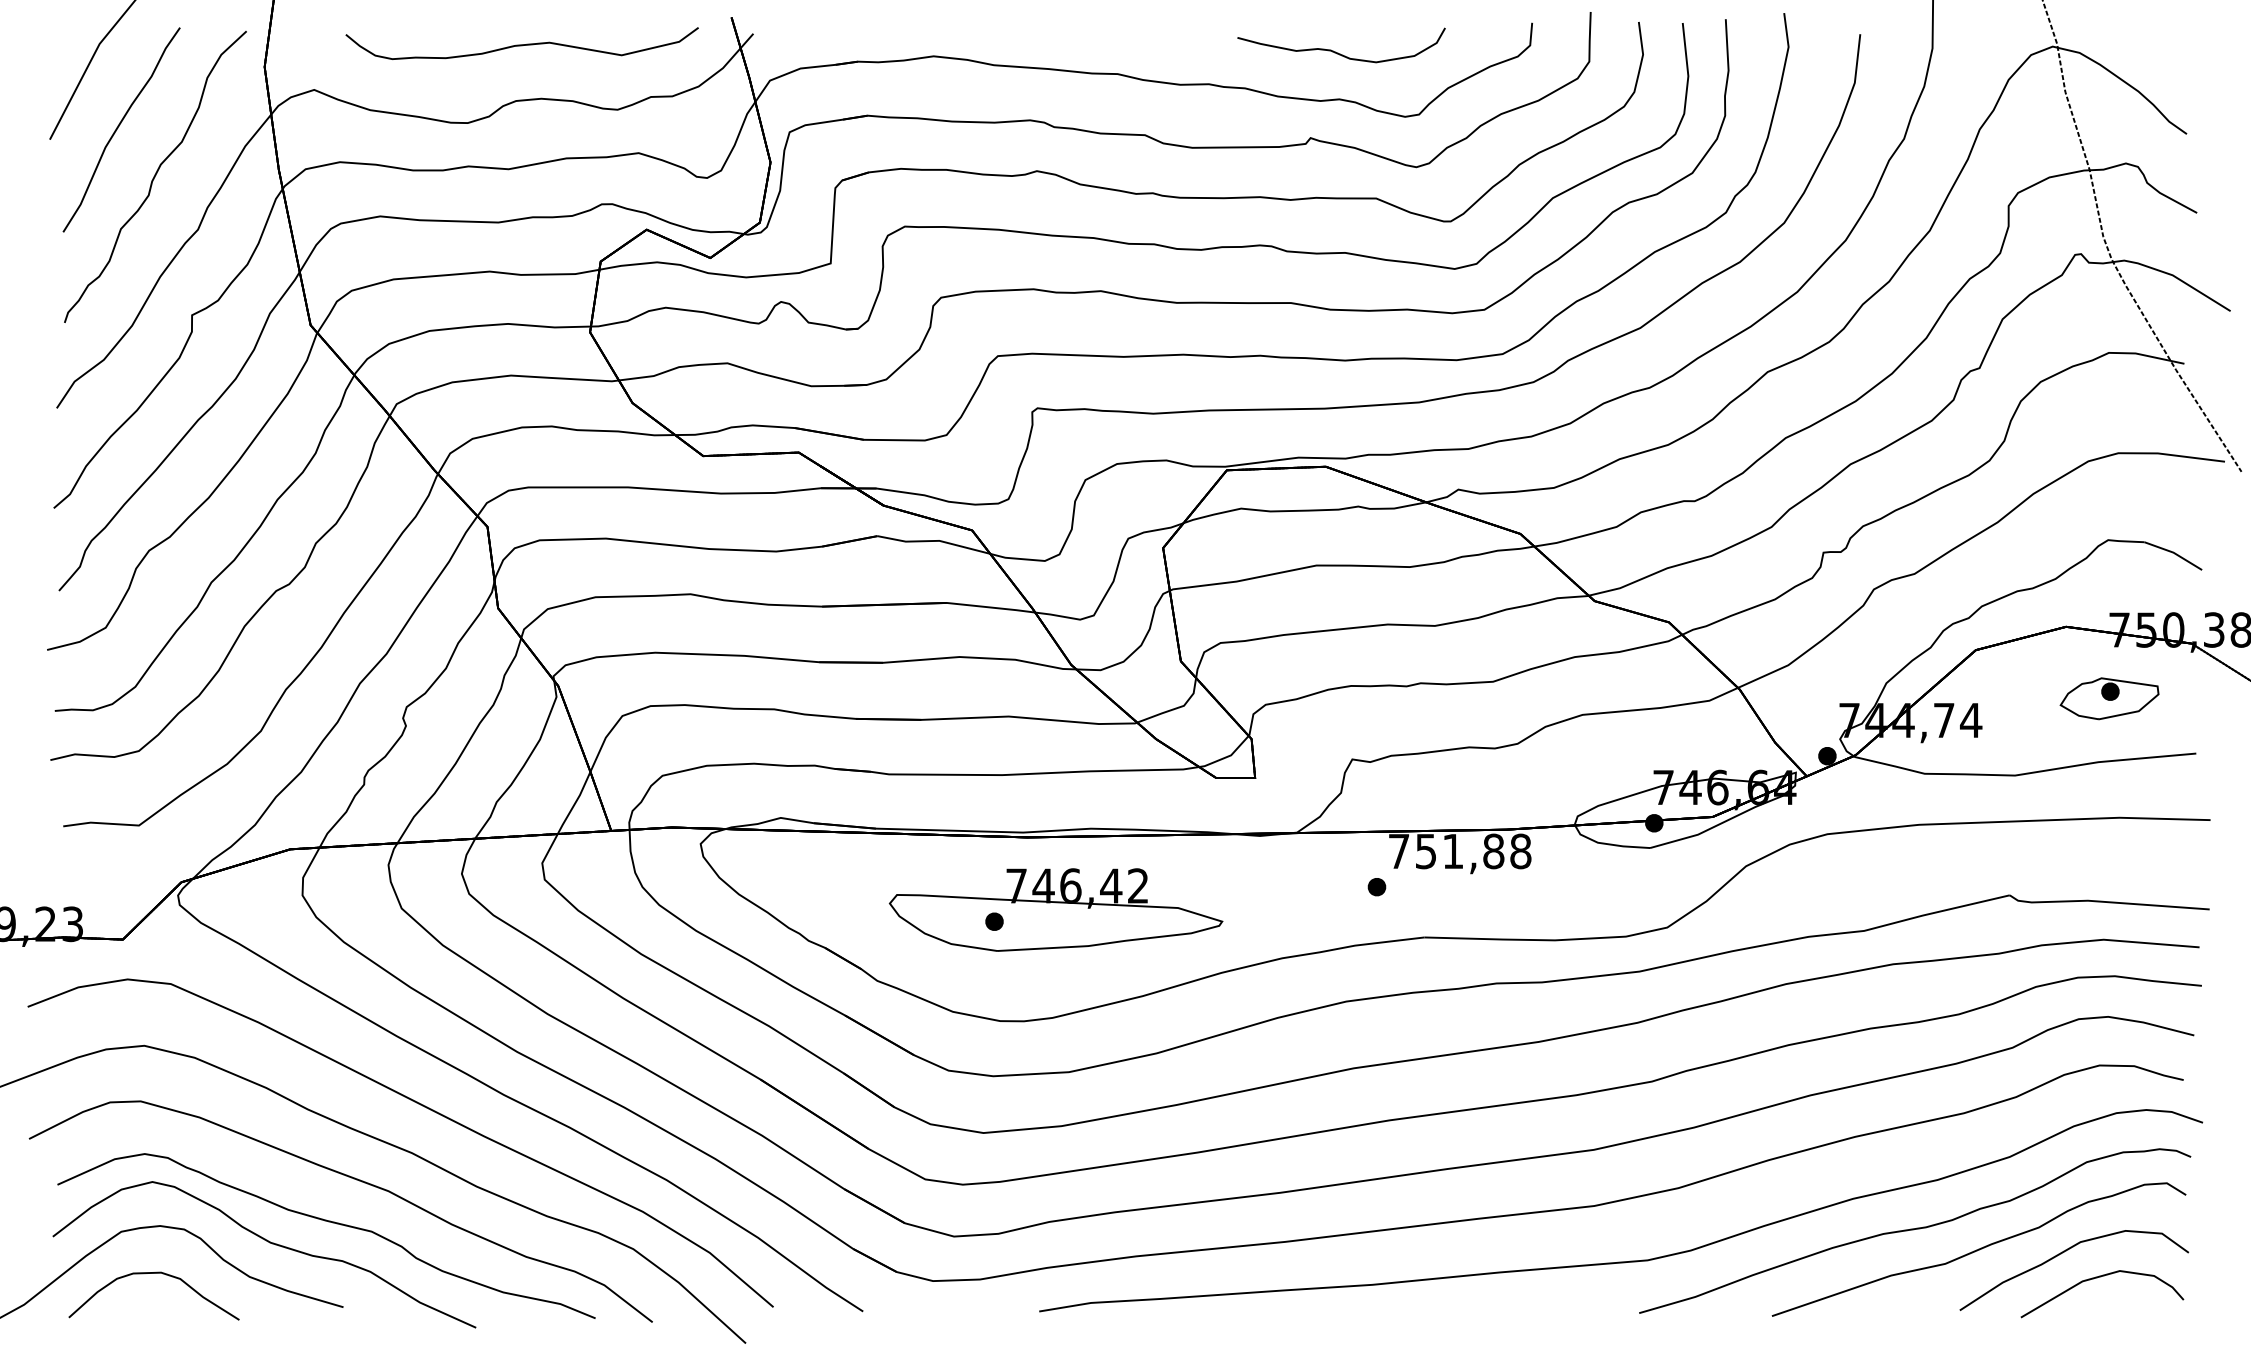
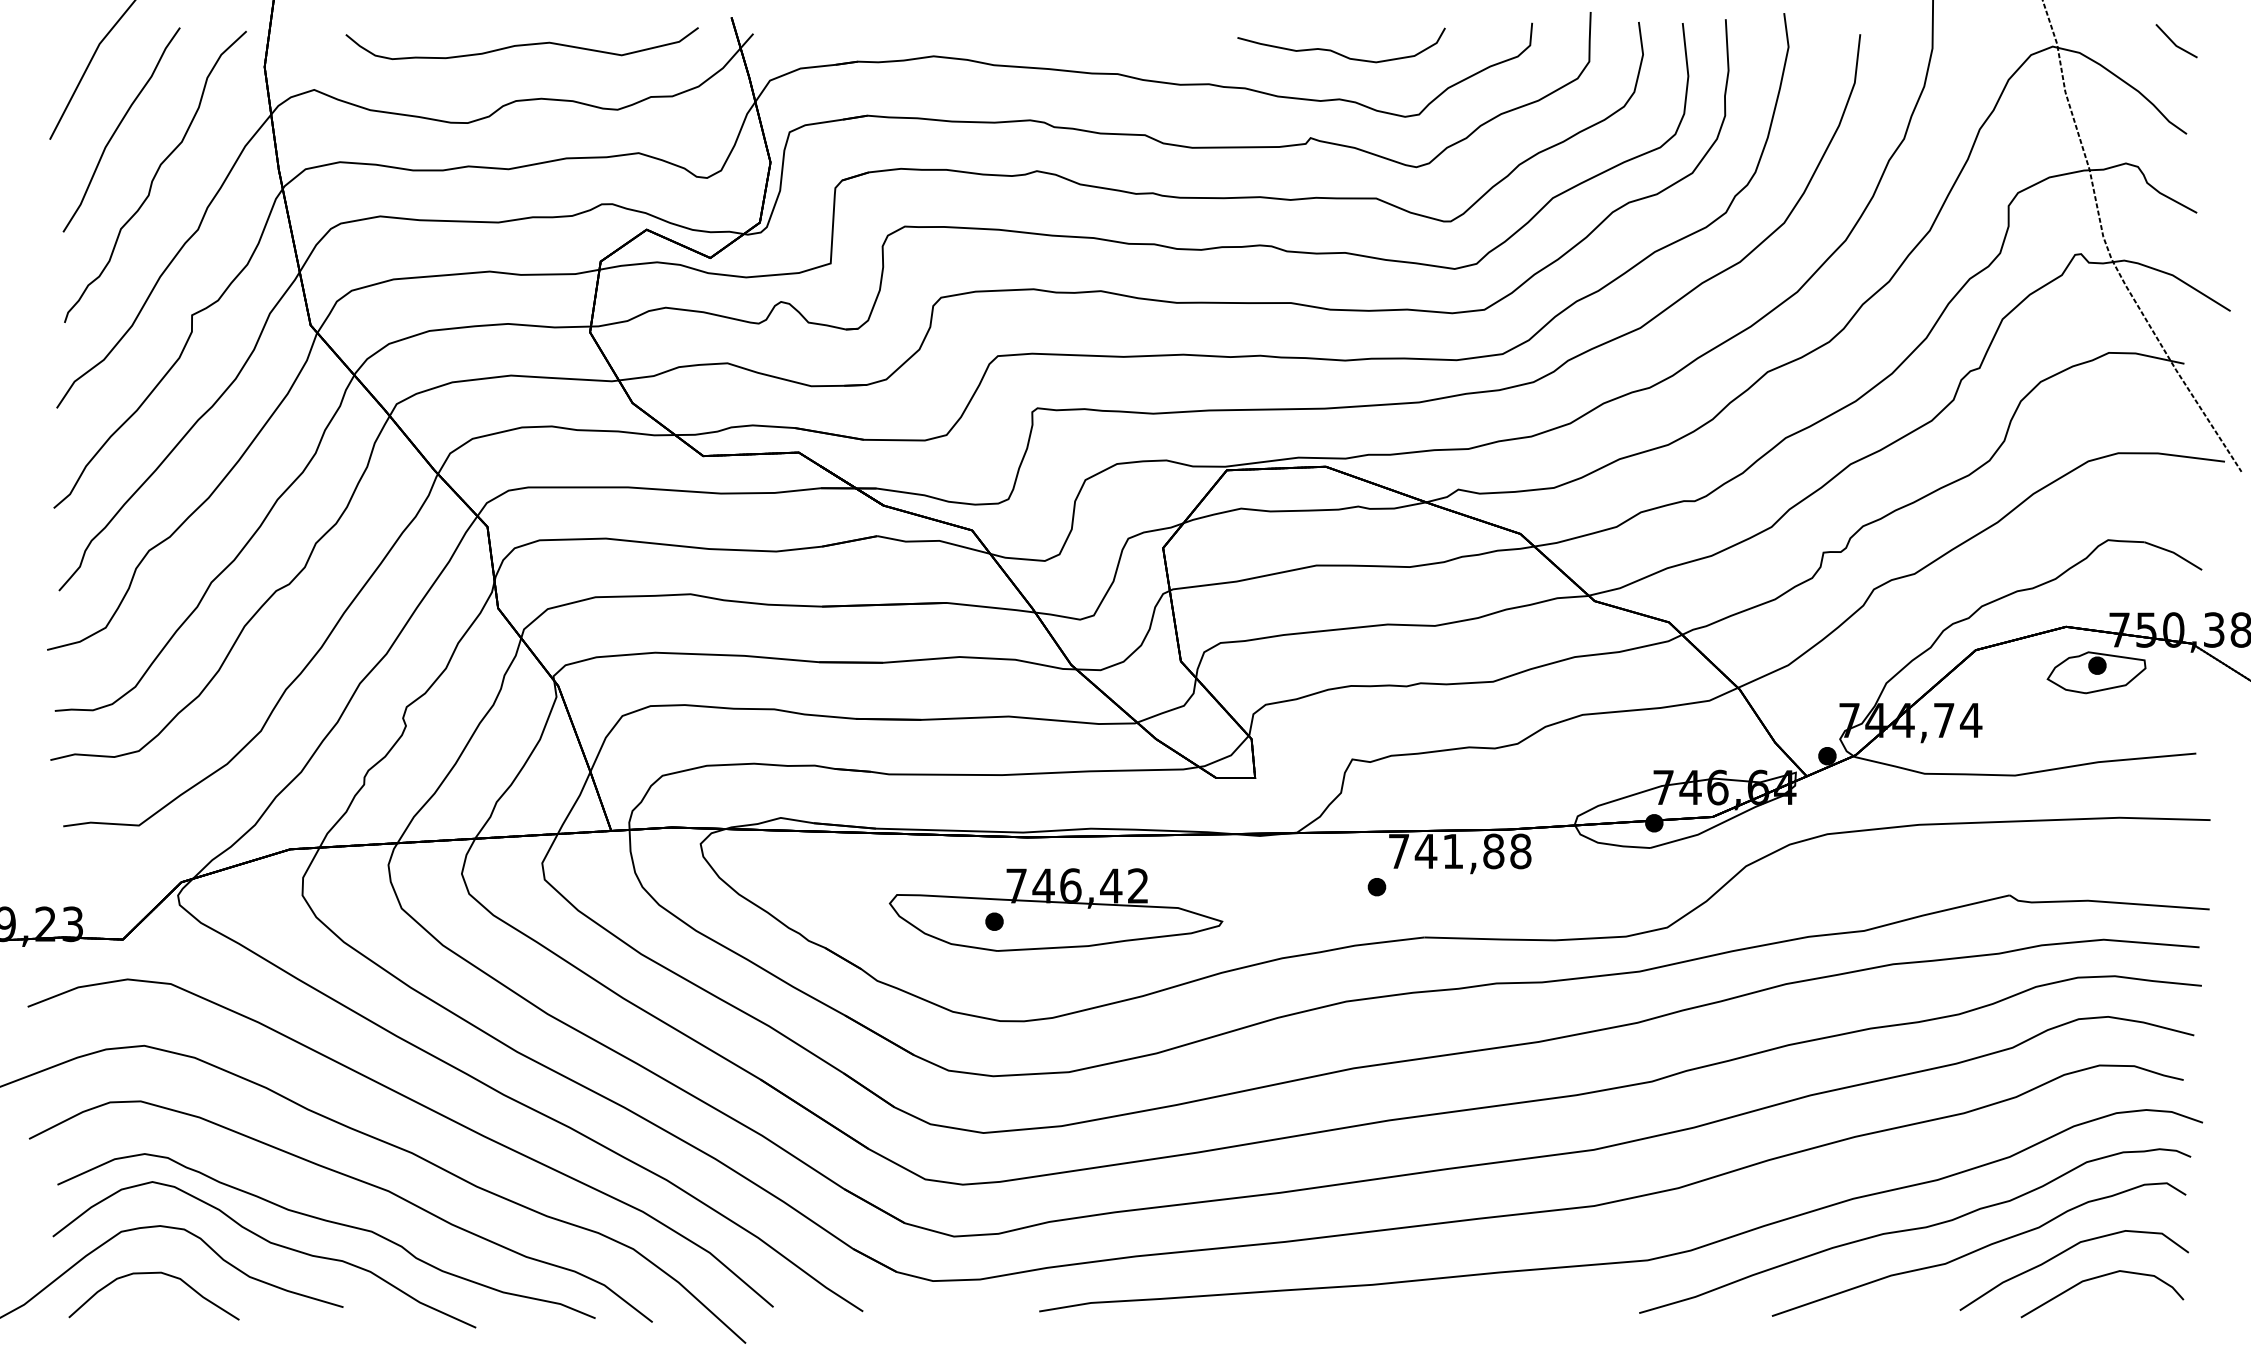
line at (2174, 42): none -> present
part at (2109, 698) position: (2109, 698) -> (2096, 672)
text at (1425, 851): 751,88 -> 741,88
